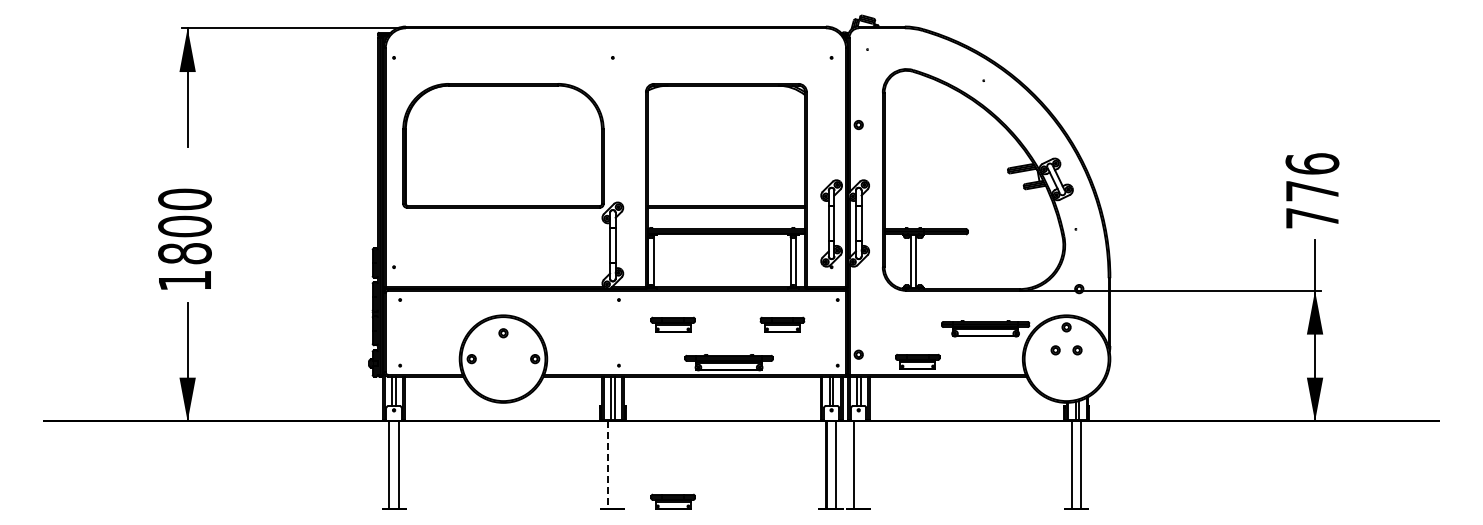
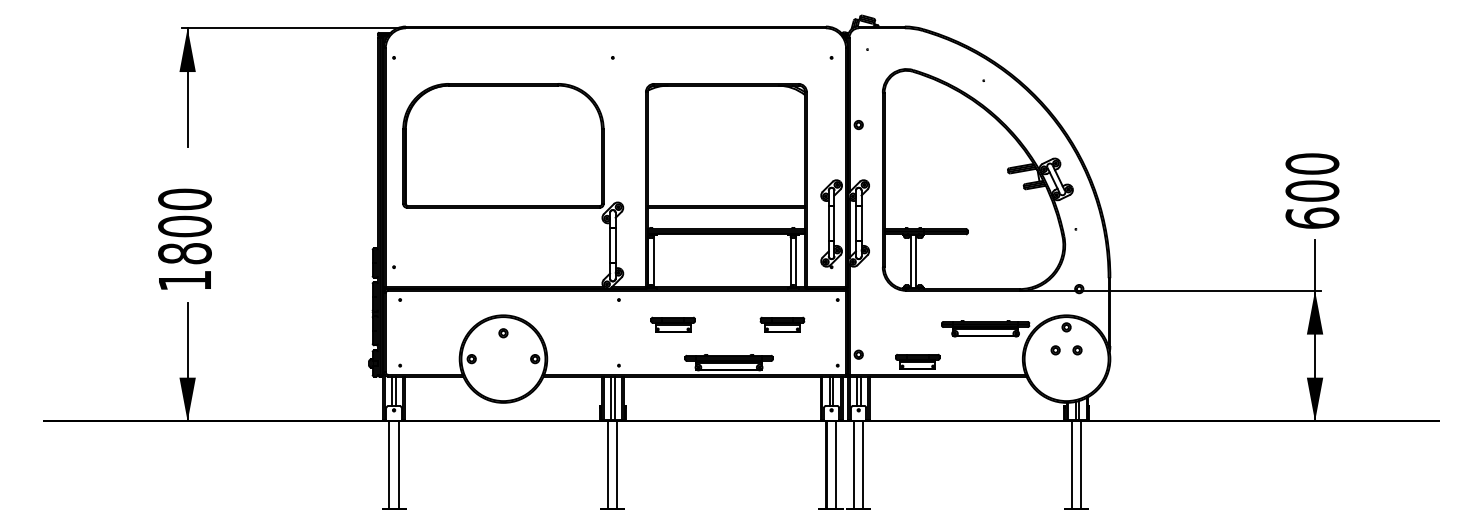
text at (1312, 190): 776 -> 600
line at (617, 464): none -> present
line at (863, 464): none -> present
line at (608, 465): dashed -> solid
part at (672, 501): present -> none
